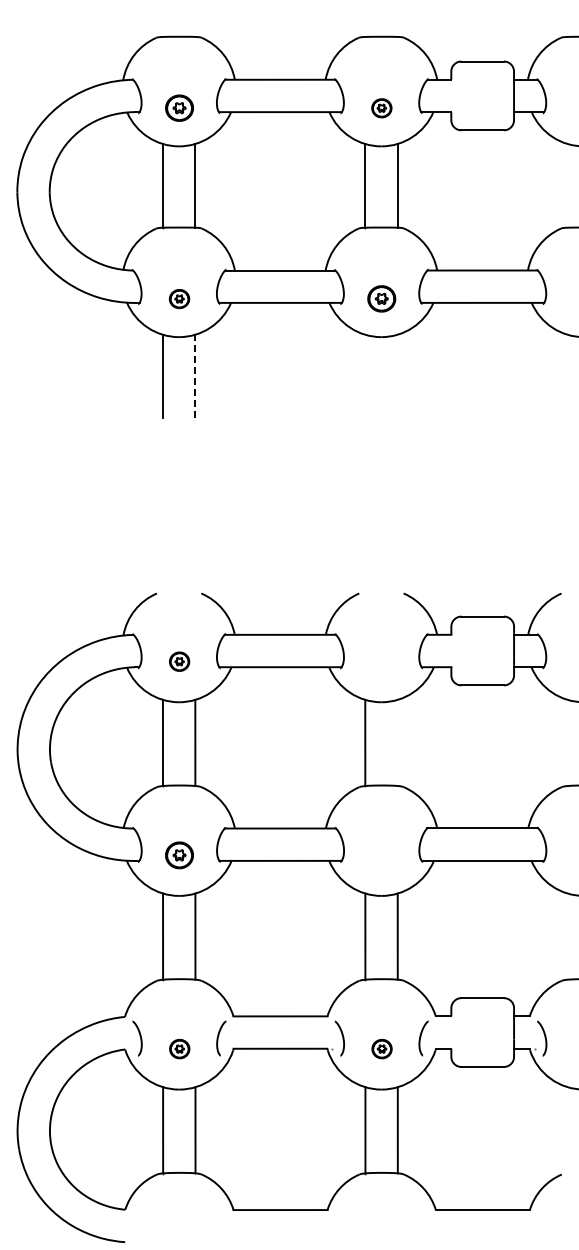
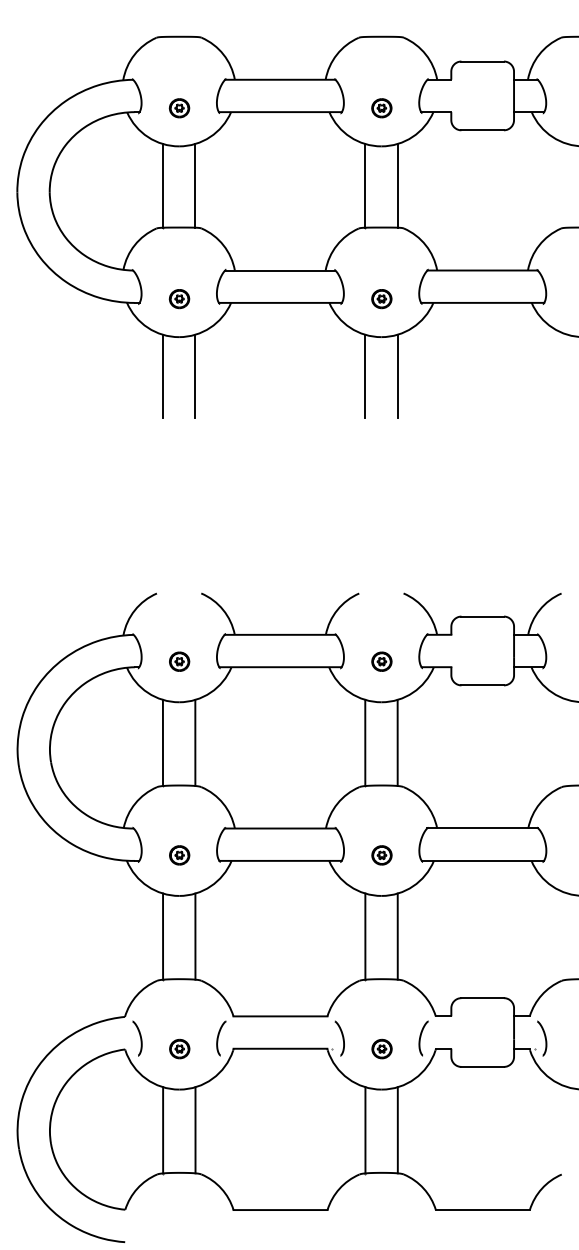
part at (179, 107) size: 29x28 px -> 23x21 px
part at (381, 298) size: 30x28 px -> 22x21 px
line at (195, 376): dashed -> solid
line at (365, 376): none -> present
line at (397, 376): none -> present
part at (381, 661): none -> present
line at (397, 742): none -> present
part at (179, 855) size: 29x29 px -> 22x21 px
part at (381, 855): none -> present
